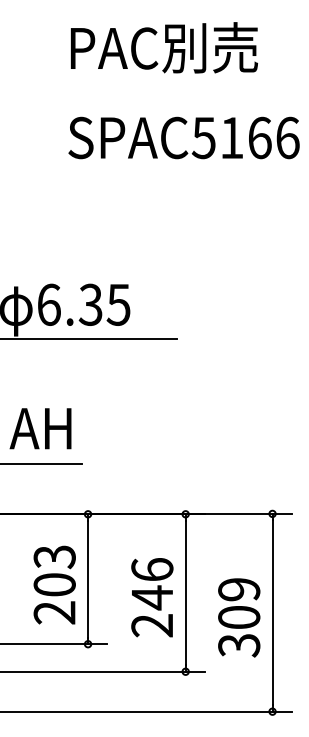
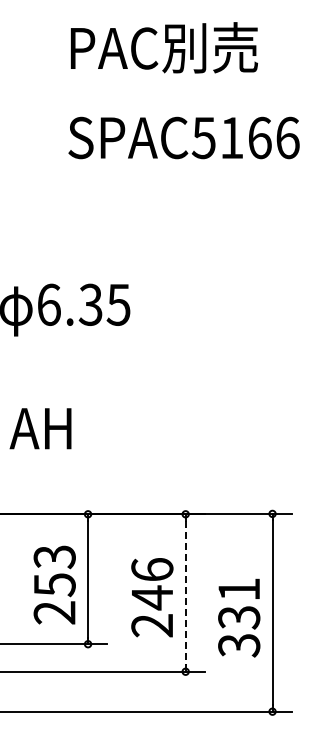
line at (89, 338): present -> none
line at (41, 463): present -> none
text at (54, 585): 203 -> 253
line at (185, 593): solid -> dashed
text at (239, 603): 309 -> 331
